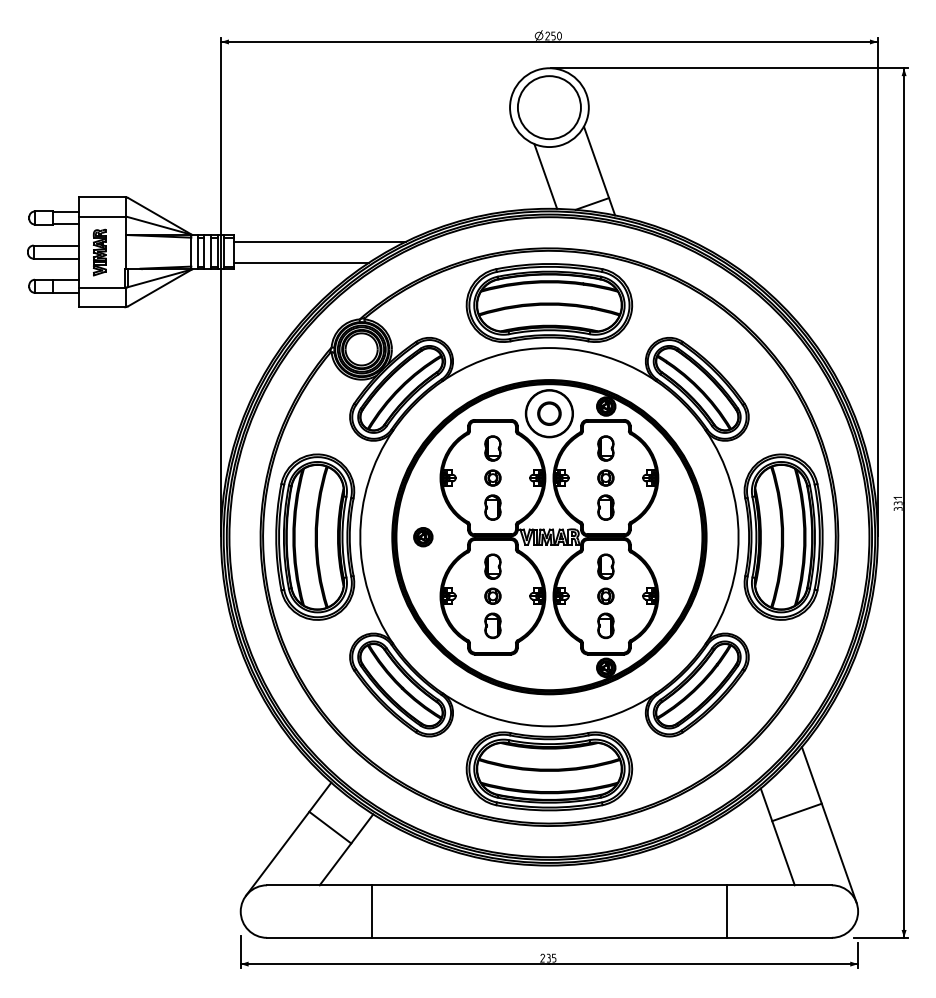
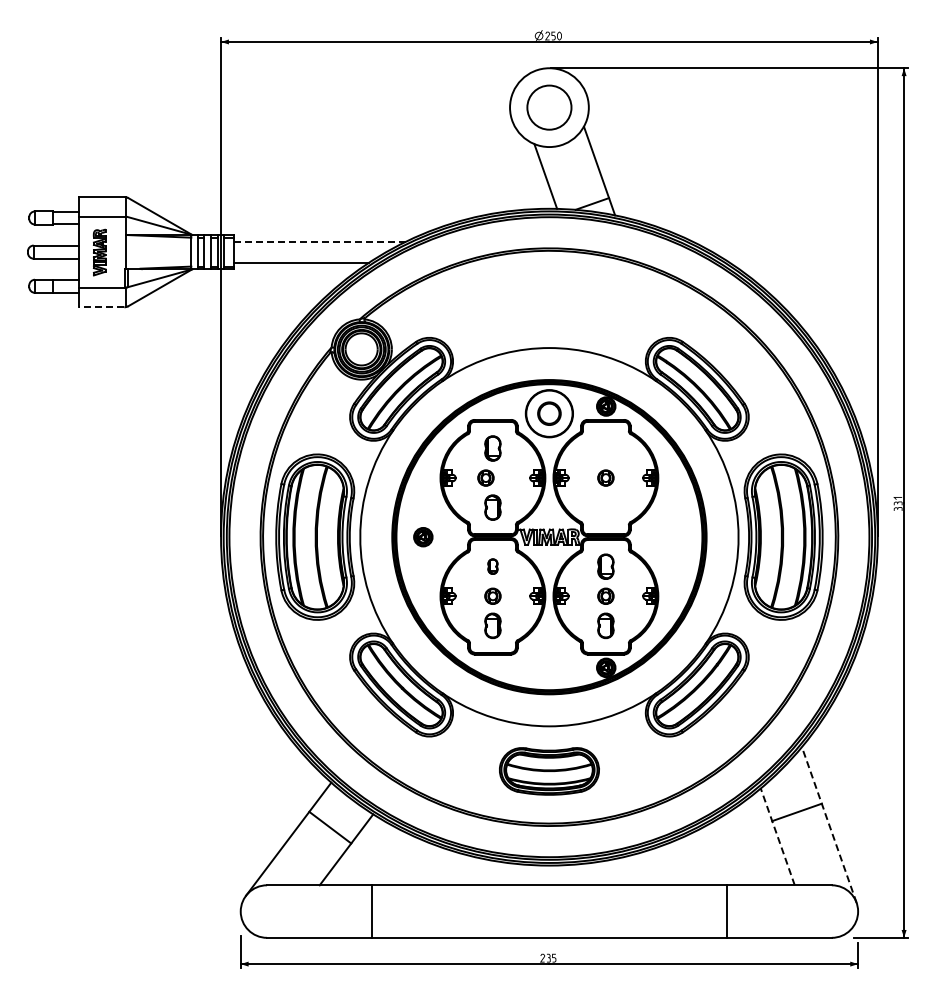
circle at (548, 107) diameter: 63 px -> 44 px
line at (320, 241): solid -> dashed
part at (549, 302): present -> none
line at (101, 307): solid -> dashed
part at (605, 448): present -> none
part at (492, 477) position: (492, 477) -> (485, 477)
part at (605, 507): present -> none
part at (492, 566) size: 18x27 px -> 12x17 px
part at (549, 771) size: 169x81 px -> 101x49 px
line at (829, 825): solid -> dashed
line at (777, 836): solid -> dashed
